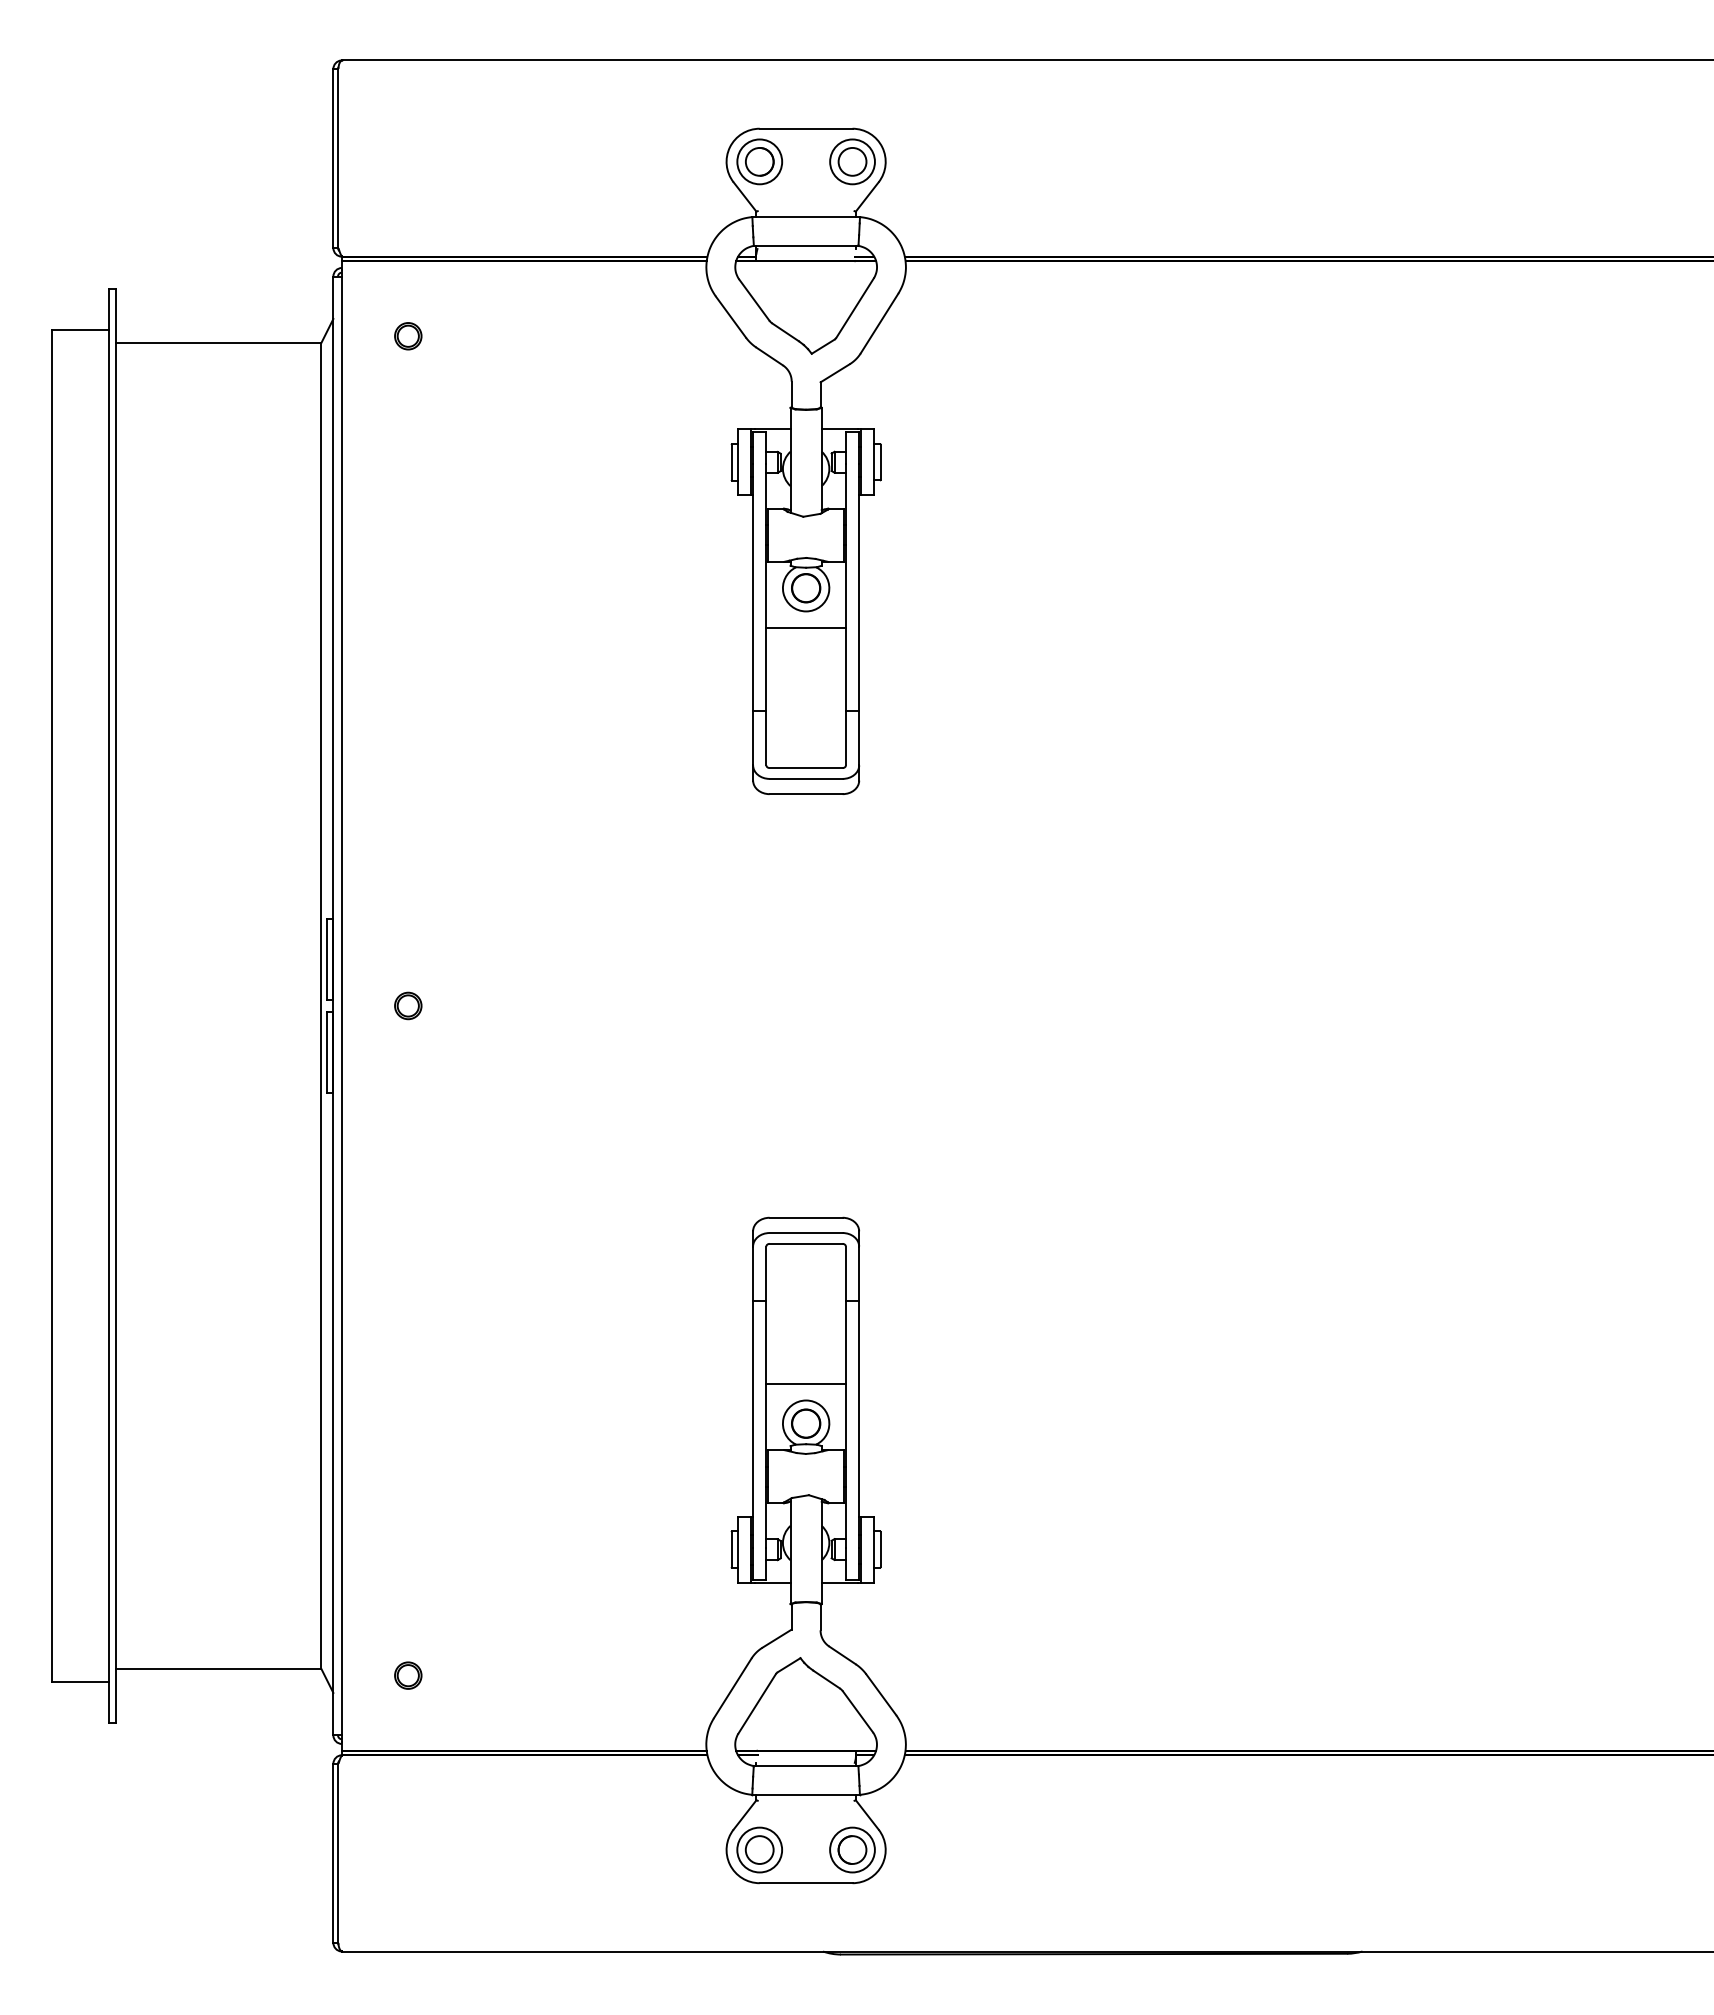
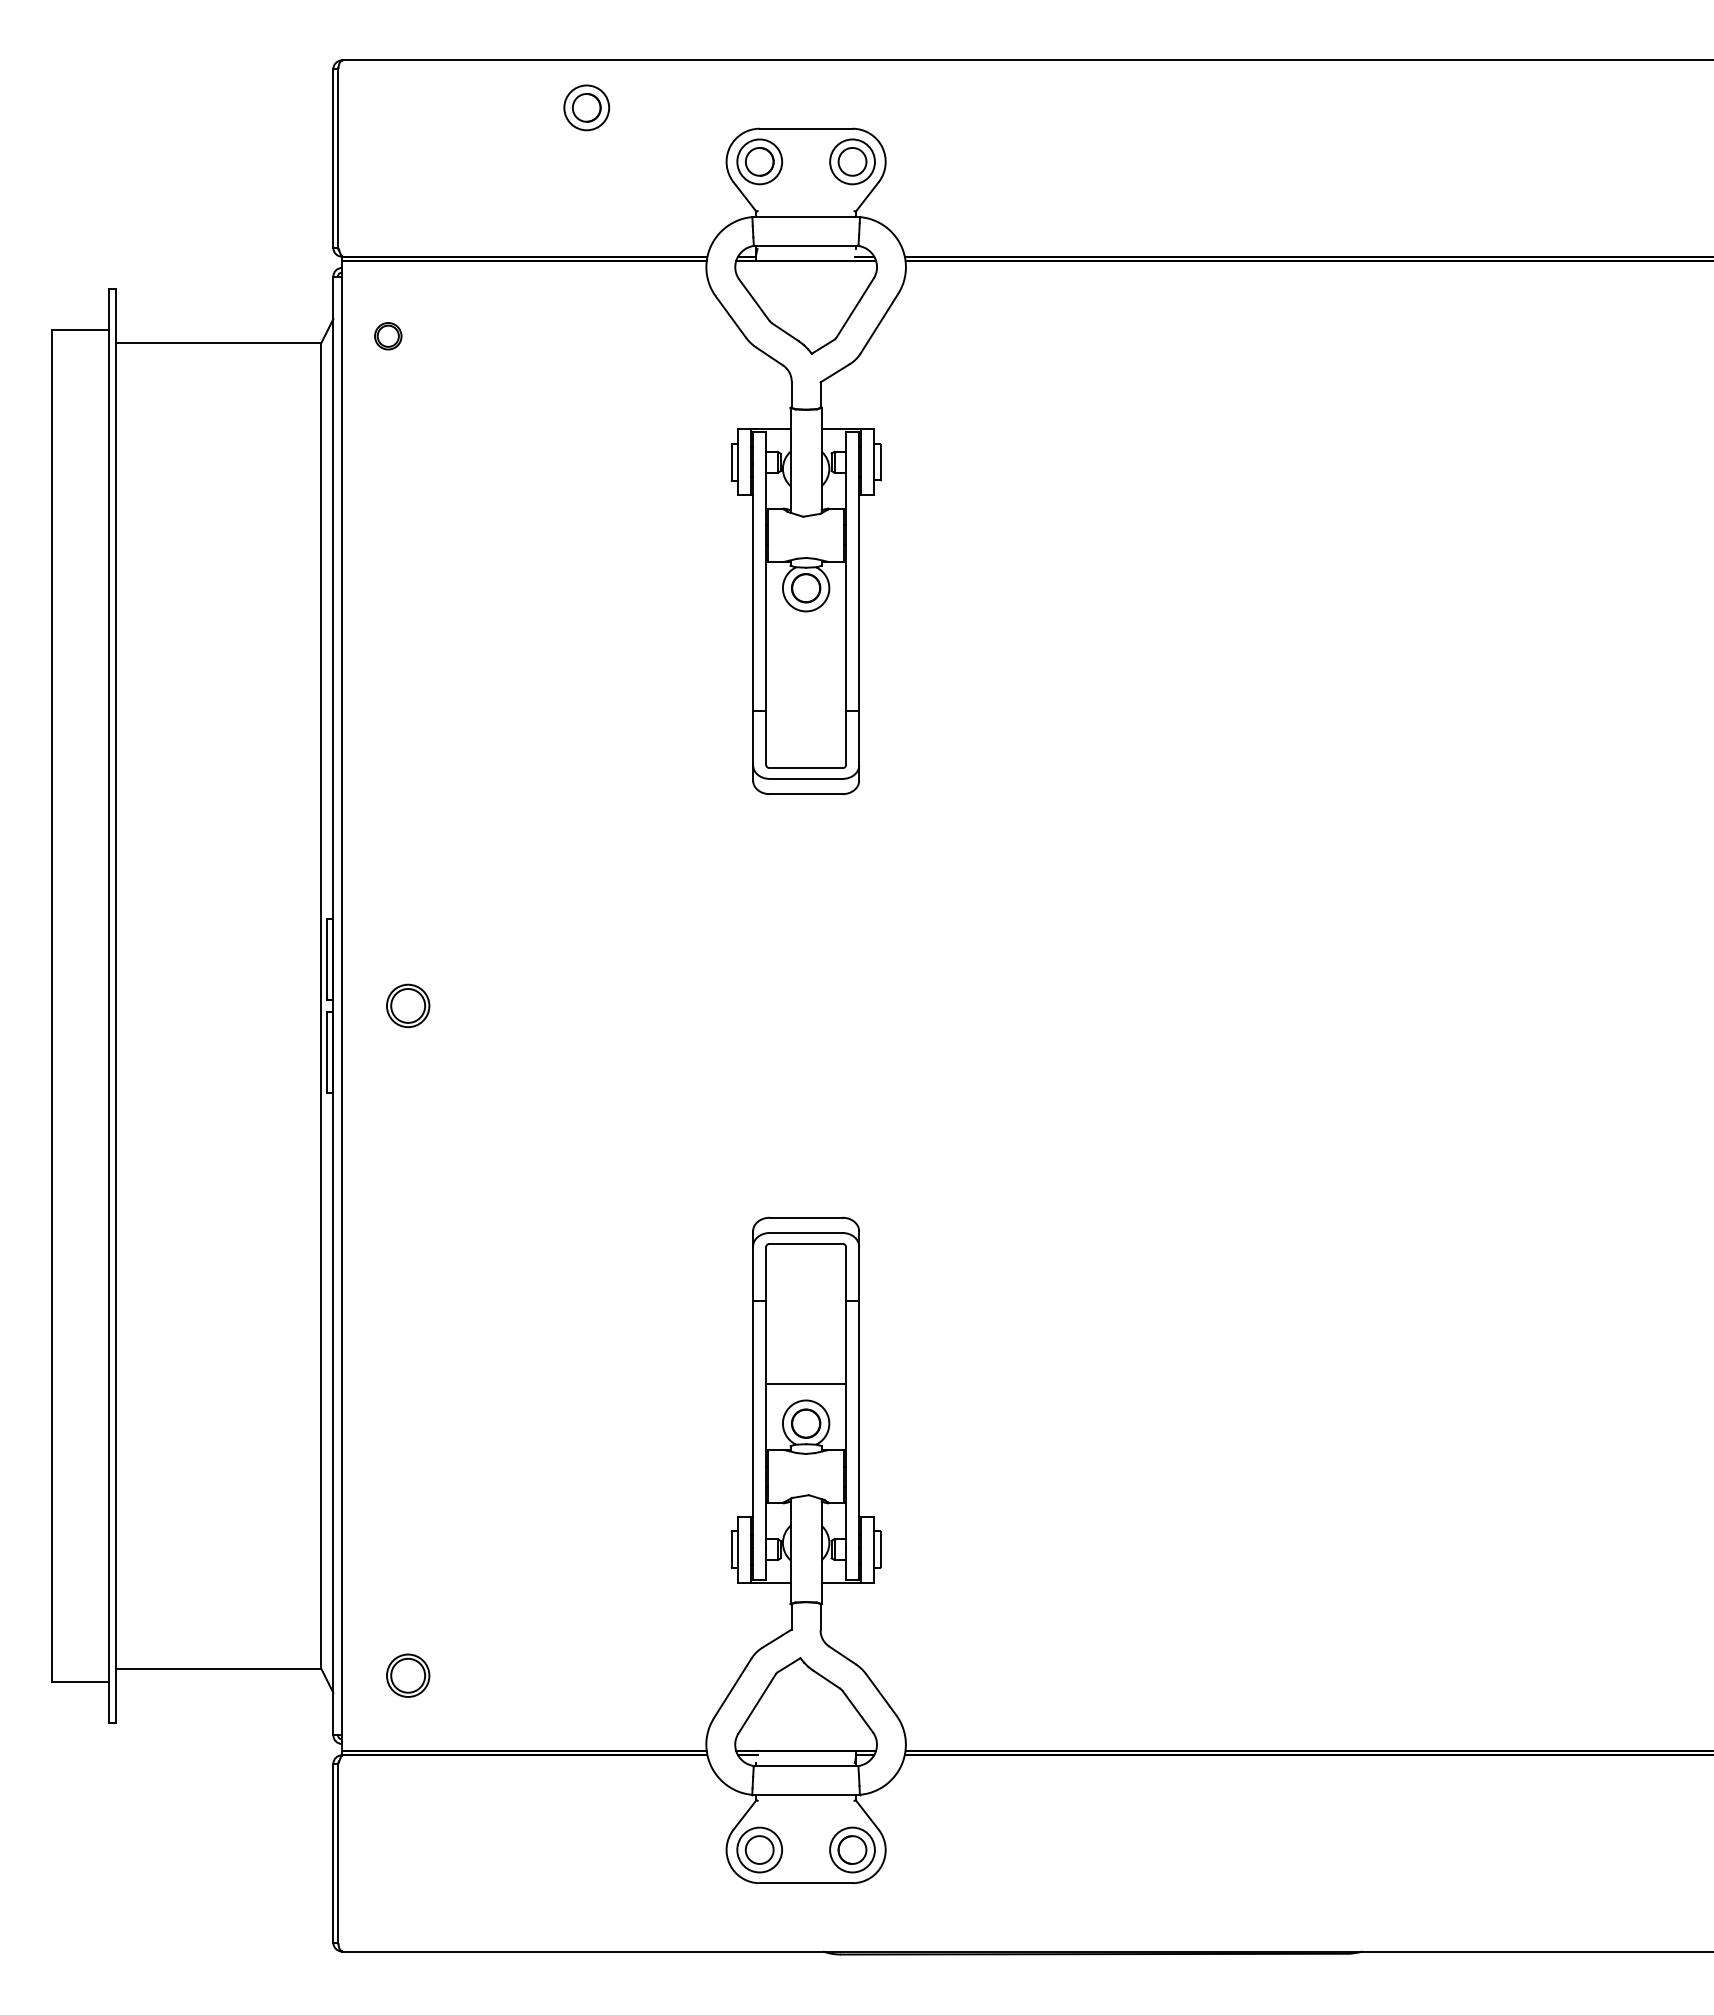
part at (586, 107): none -> present
part at (408, 336) position: (408, 336) -> (388, 336)
line at (805, 628): present -> none
part at (408, 1005) size: 29x30 px -> 45x46 px
part at (408, 1675) size: 29x29 px -> 45x45 px
